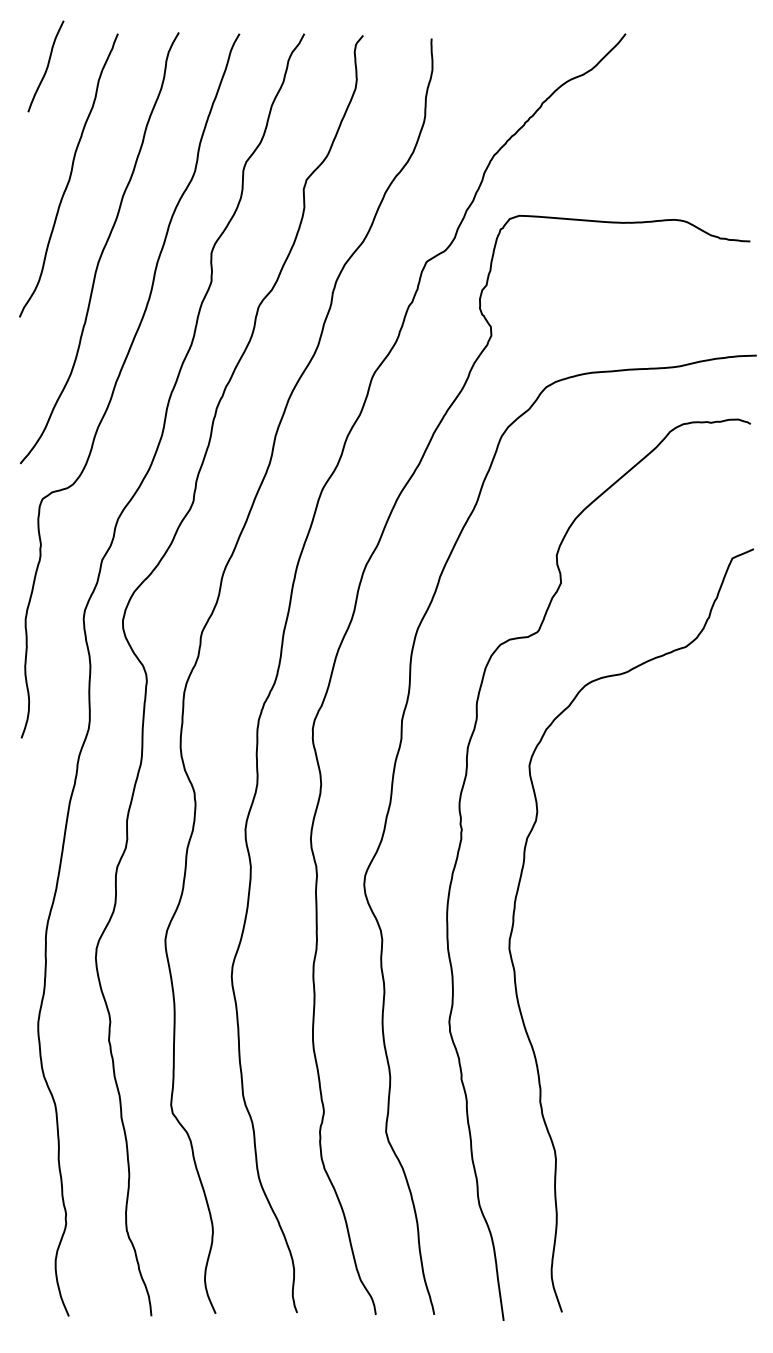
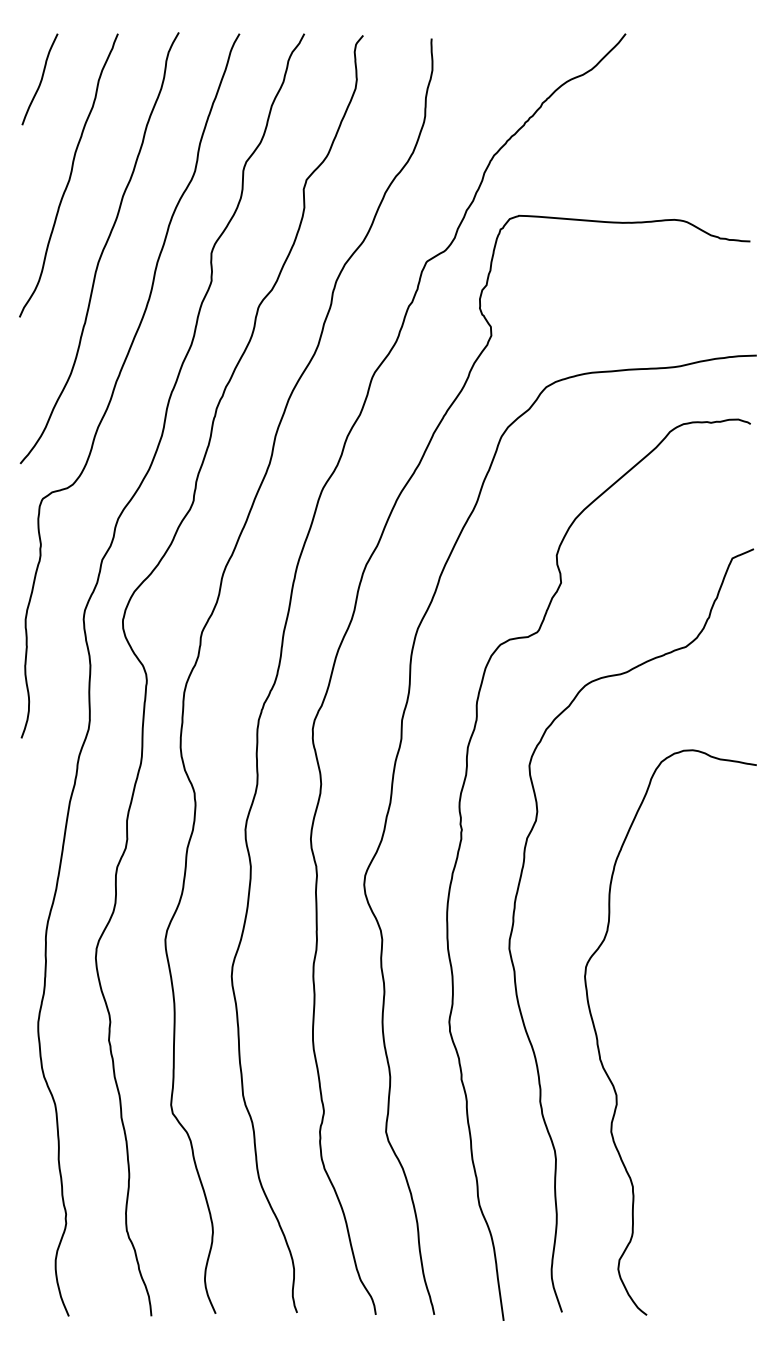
curve at (46, 66) position: (46, 66) -> (40, 79)
curve at (598, 1039): none -> present
